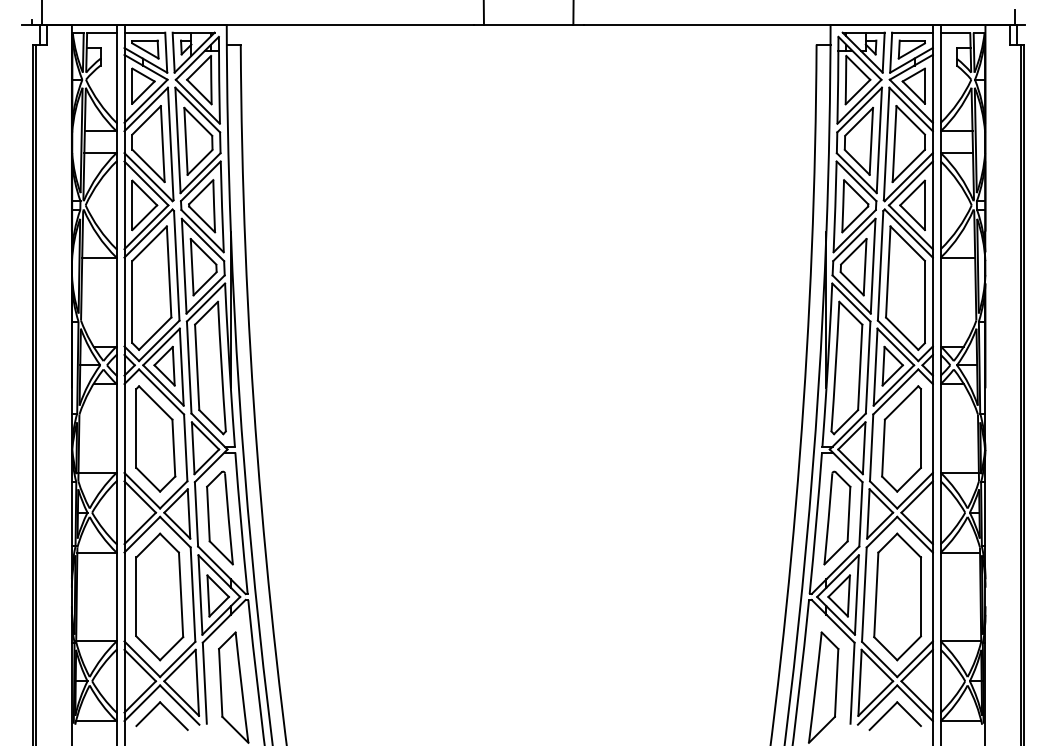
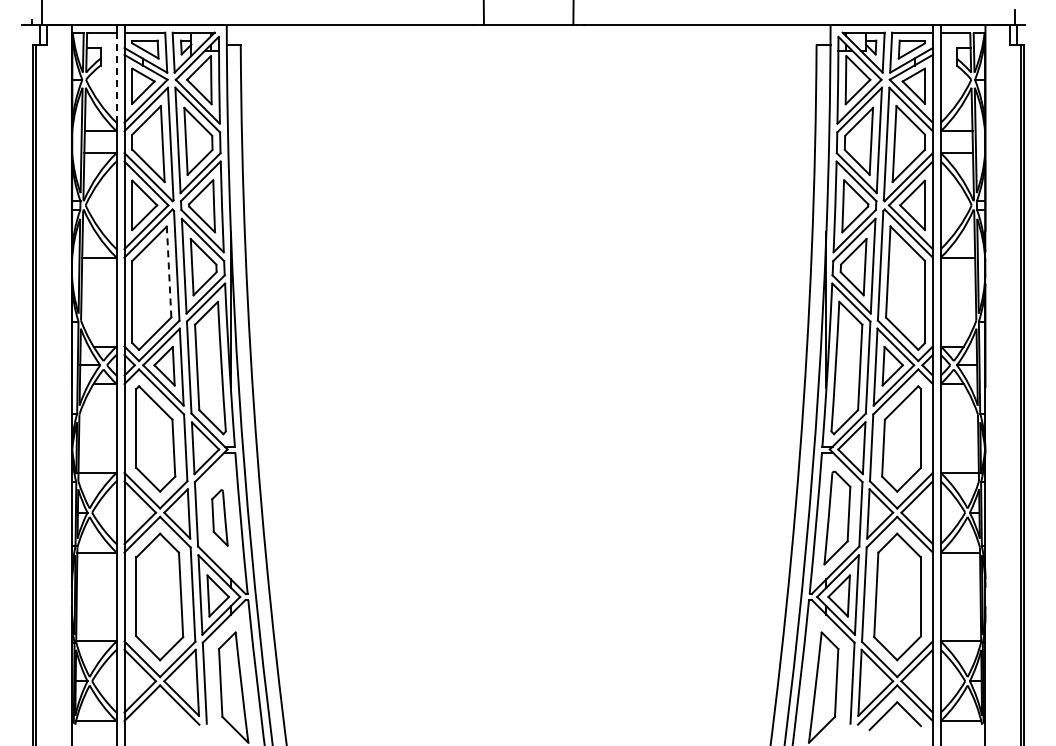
line at (116, 77): solid -> dashed
line at (169, 272): solid -> dashed
part at (219, 517) size: 28x96 px -> 18x58 px
part at (166, 710): present -> none
